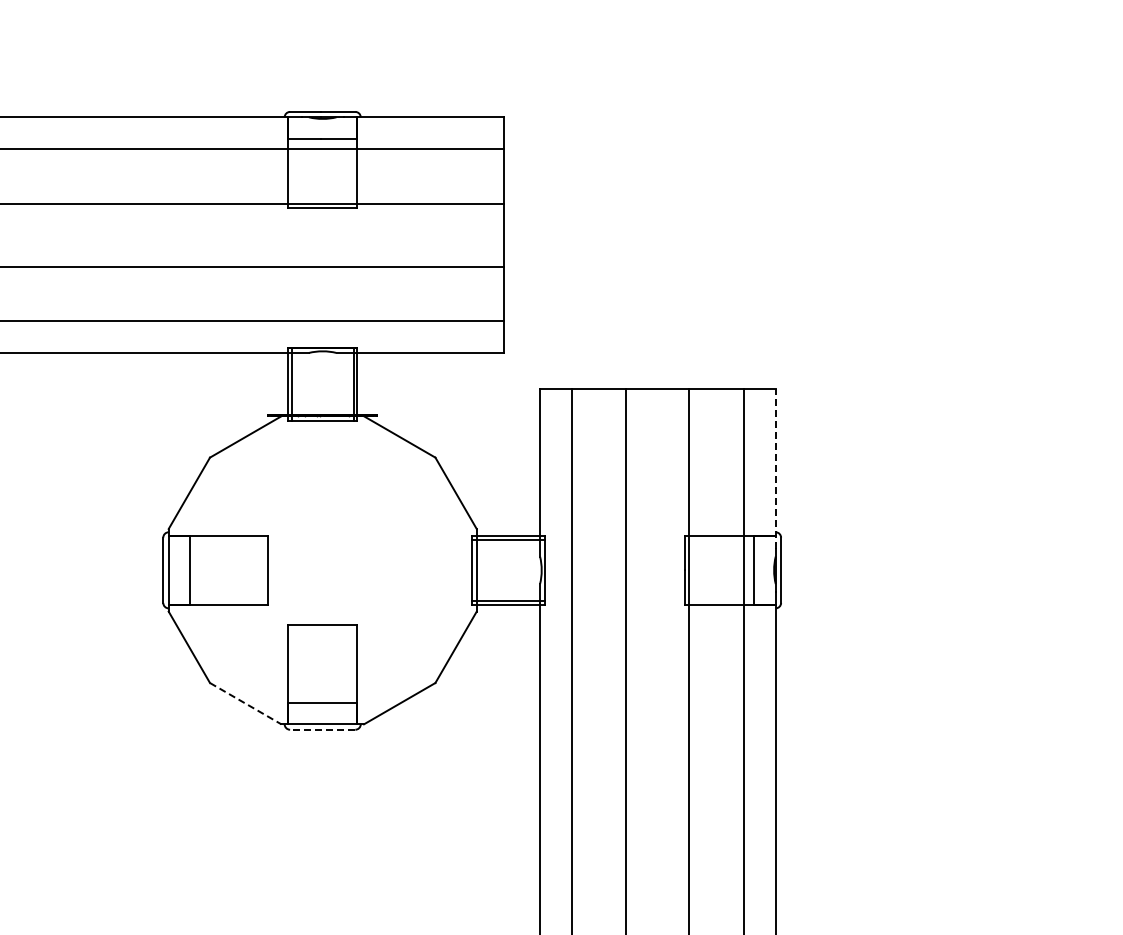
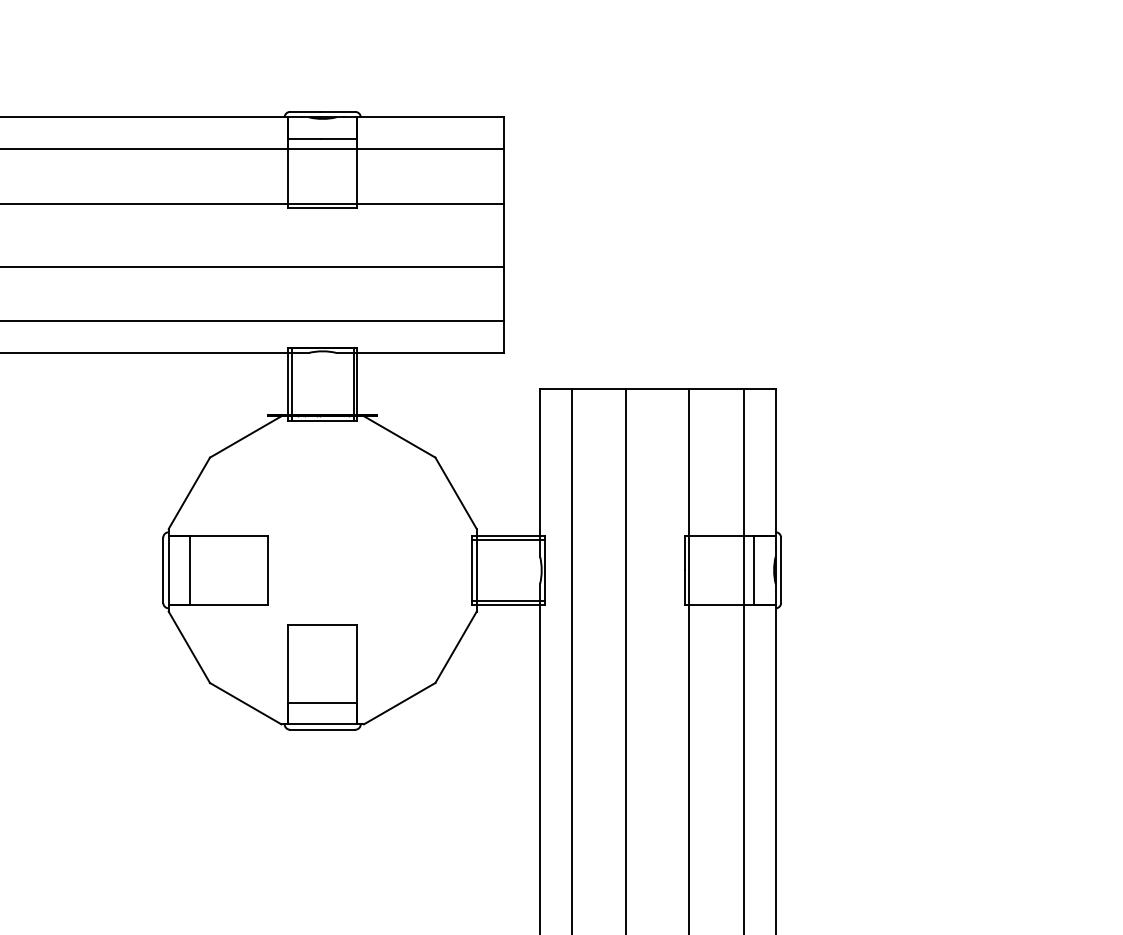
line at (775, 469): dashed -> solid
line at (246, 703): dashed -> solid
line at (322, 729): dashed -> solid
